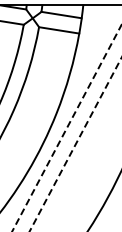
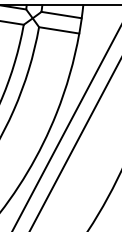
line at (66, 128): dashed -> solid
line at (75, 144): dashed -> solid
